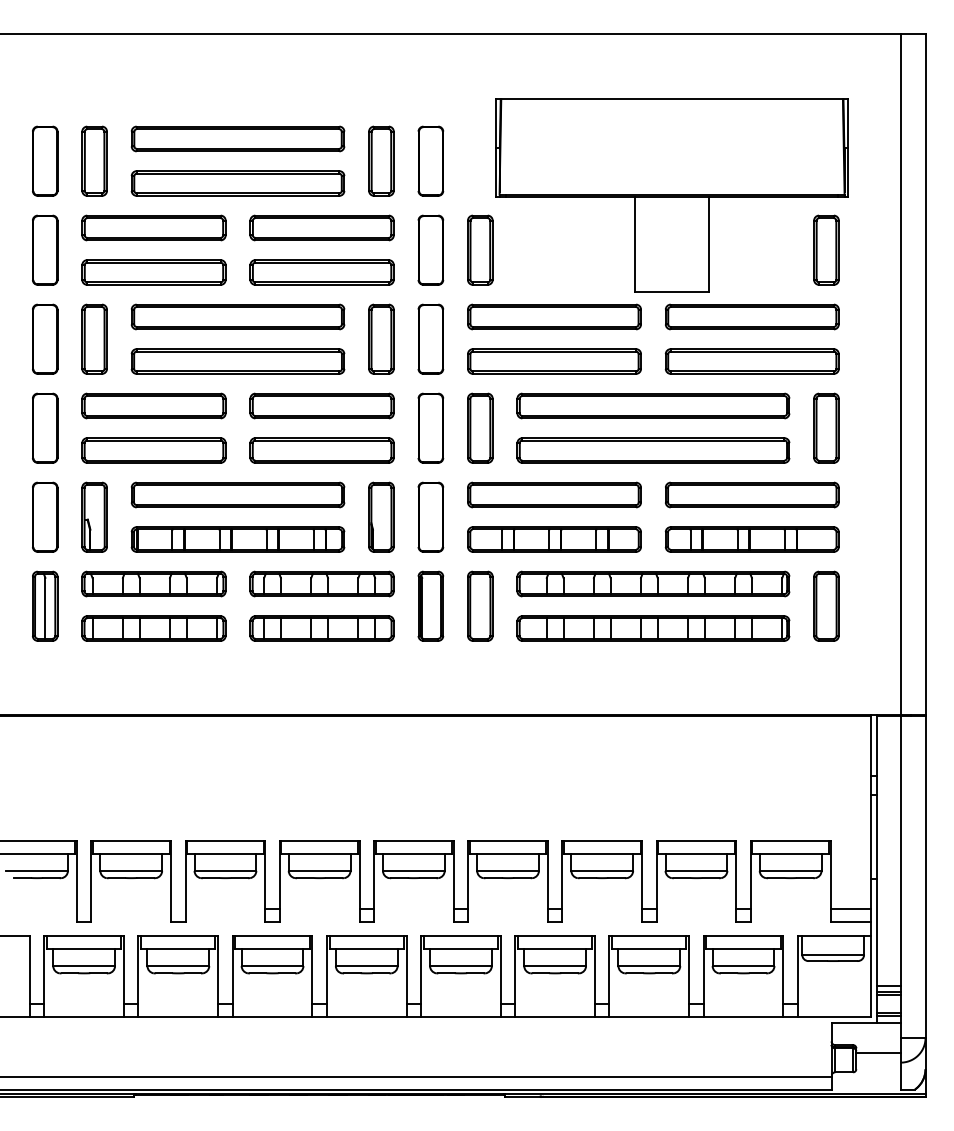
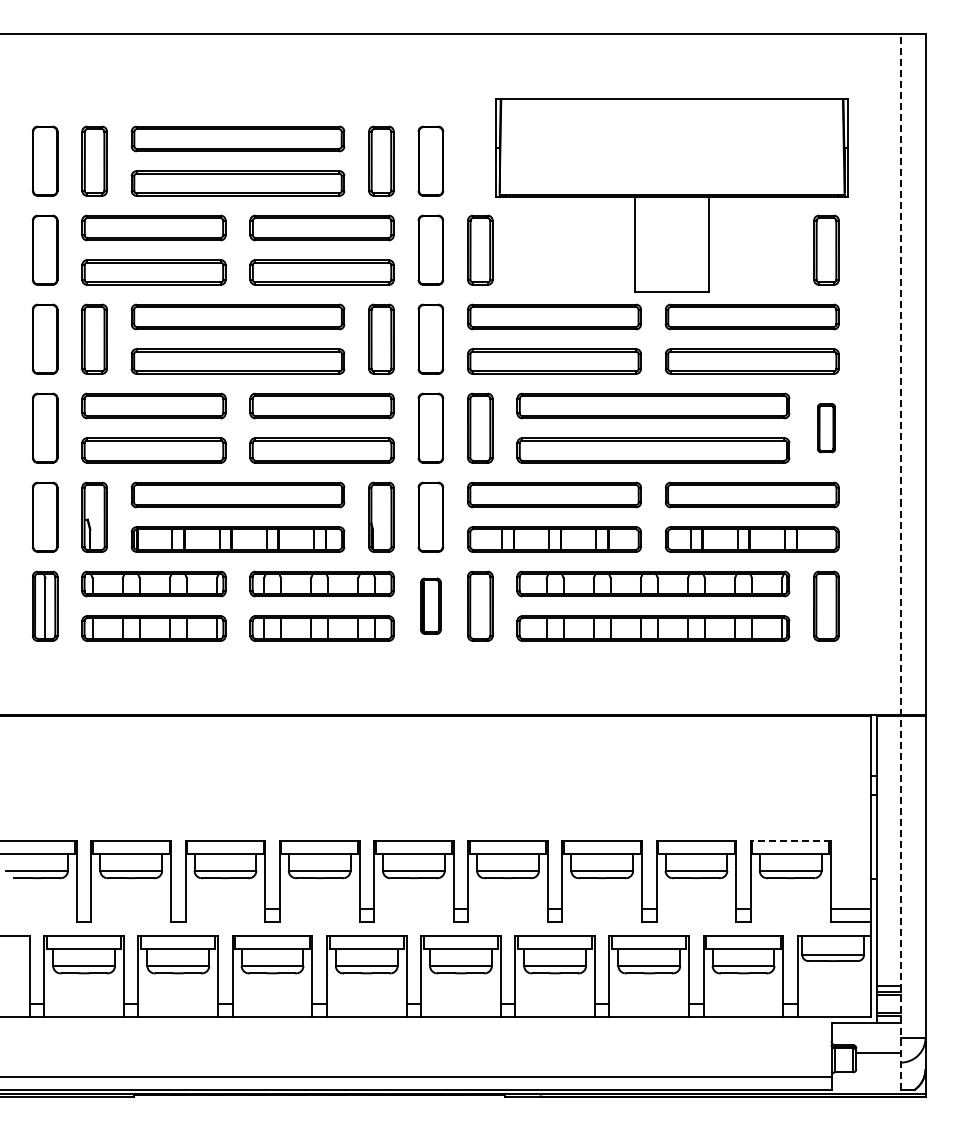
part at (826, 427) size: 27x72 px -> 19x51 px
line at (900, 561): solid -> dashed
part at (430, 605) size: 28x72 px -> 22x58 px
line at (790, 841): solid -> dashed
